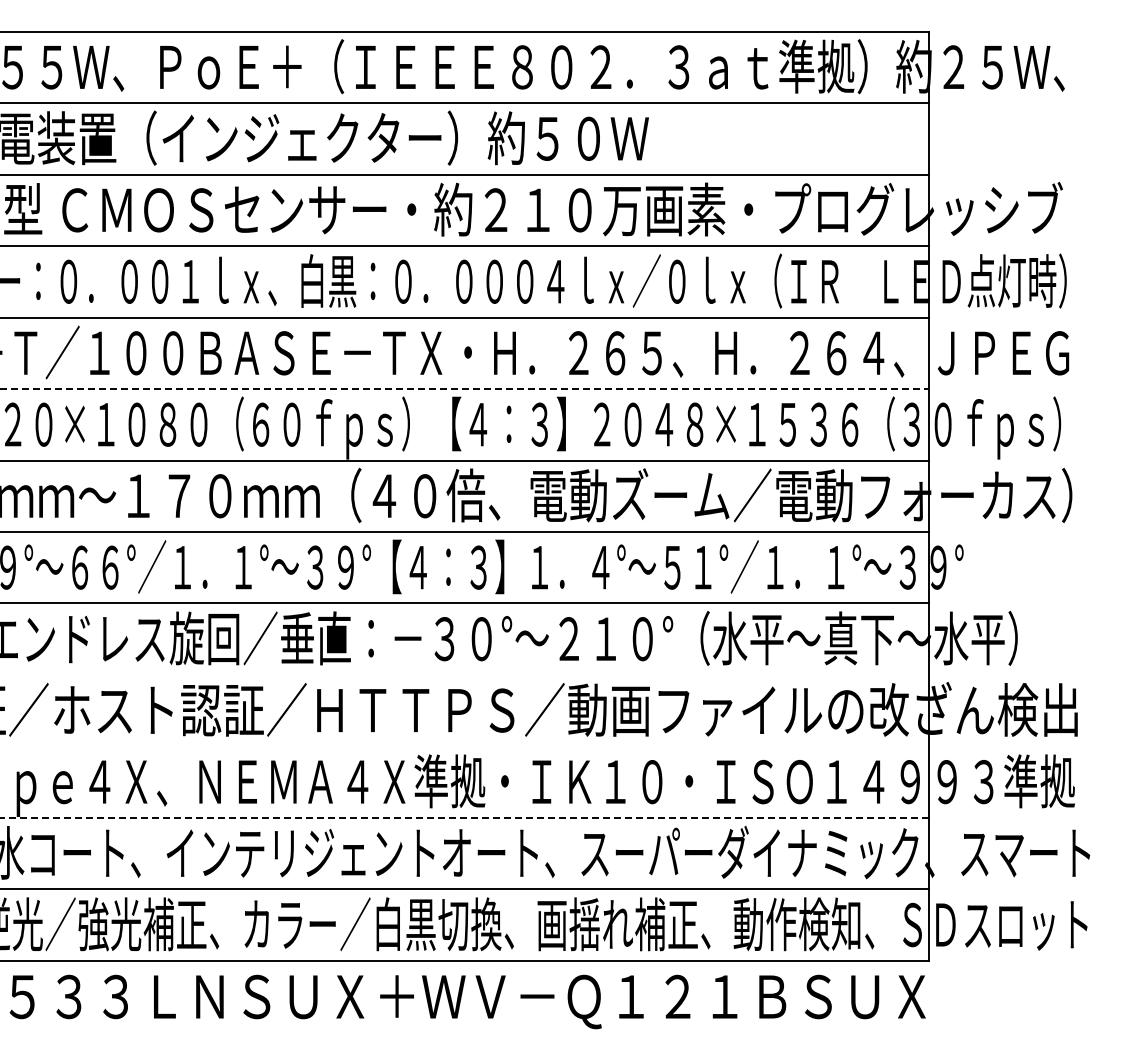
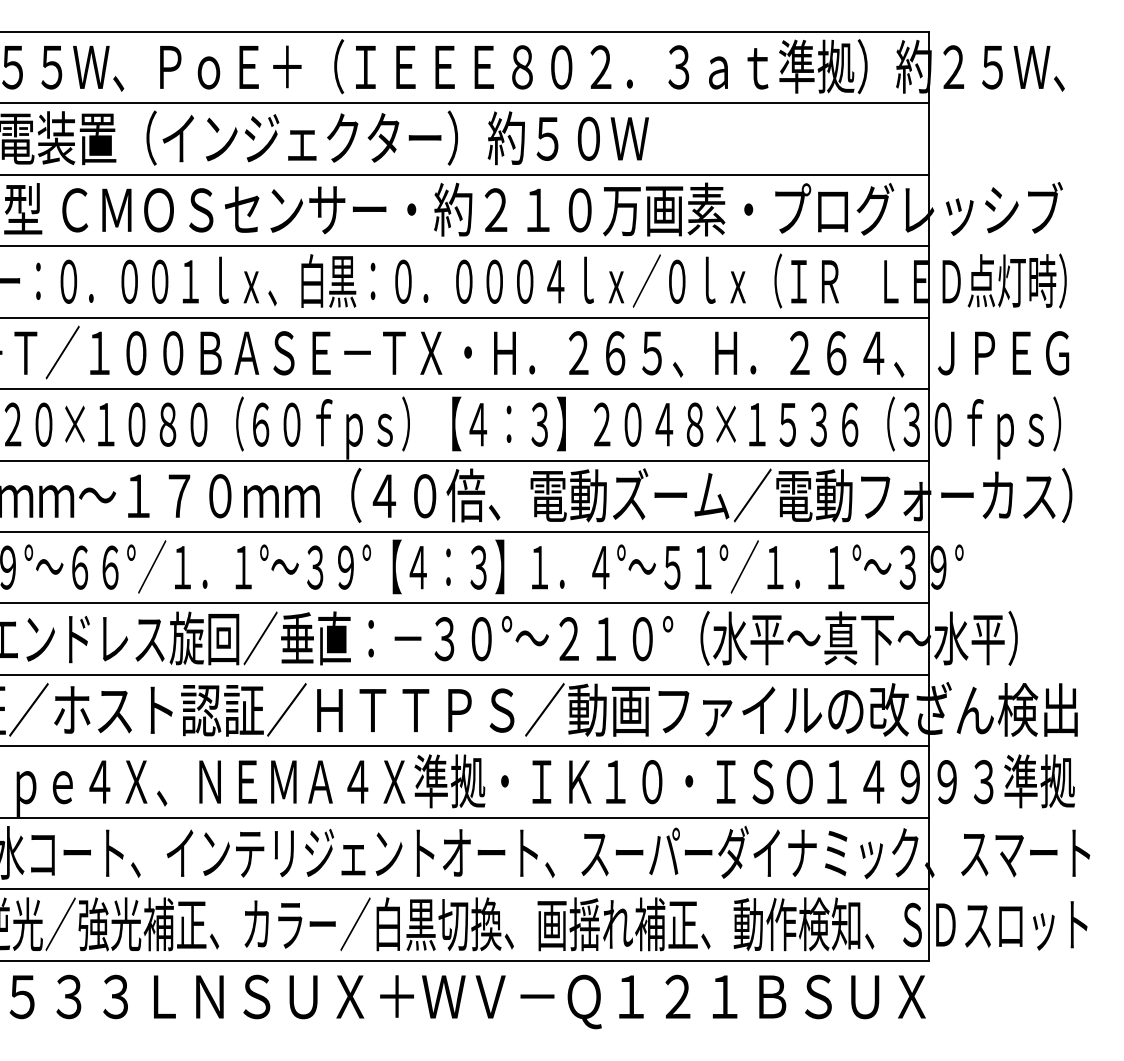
line at (464, 389): dashed -> solid
line at (465, 674): none -> present
line at (465, 746): none -> present
line at (464, 817): dashed -> solid
